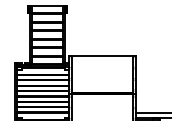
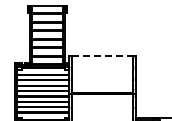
line at (103, 56): solid -> dashed
line at (152, 113): present -> none
